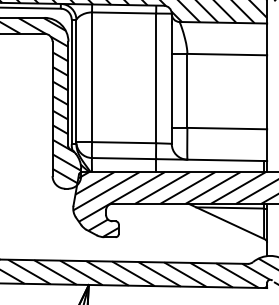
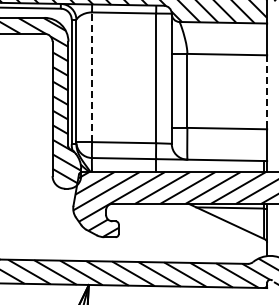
line at (92, 77): solid -> dashed
line at (267, 92): solid -> dashed
